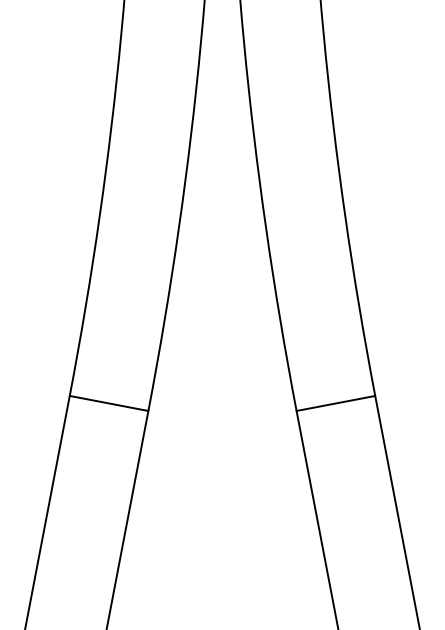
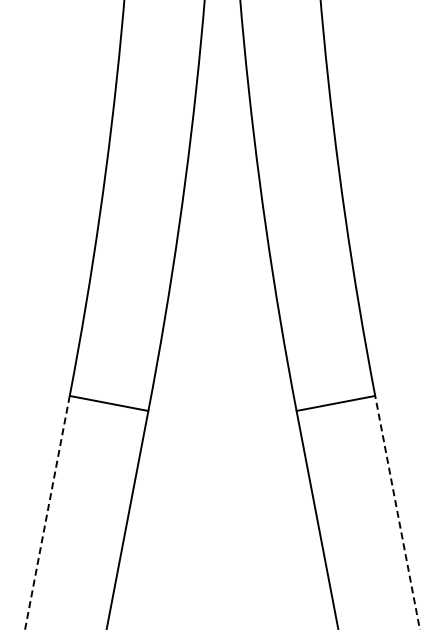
line at (397, 512): solid -> dashed
line at (47, 513): solid -> dashed
